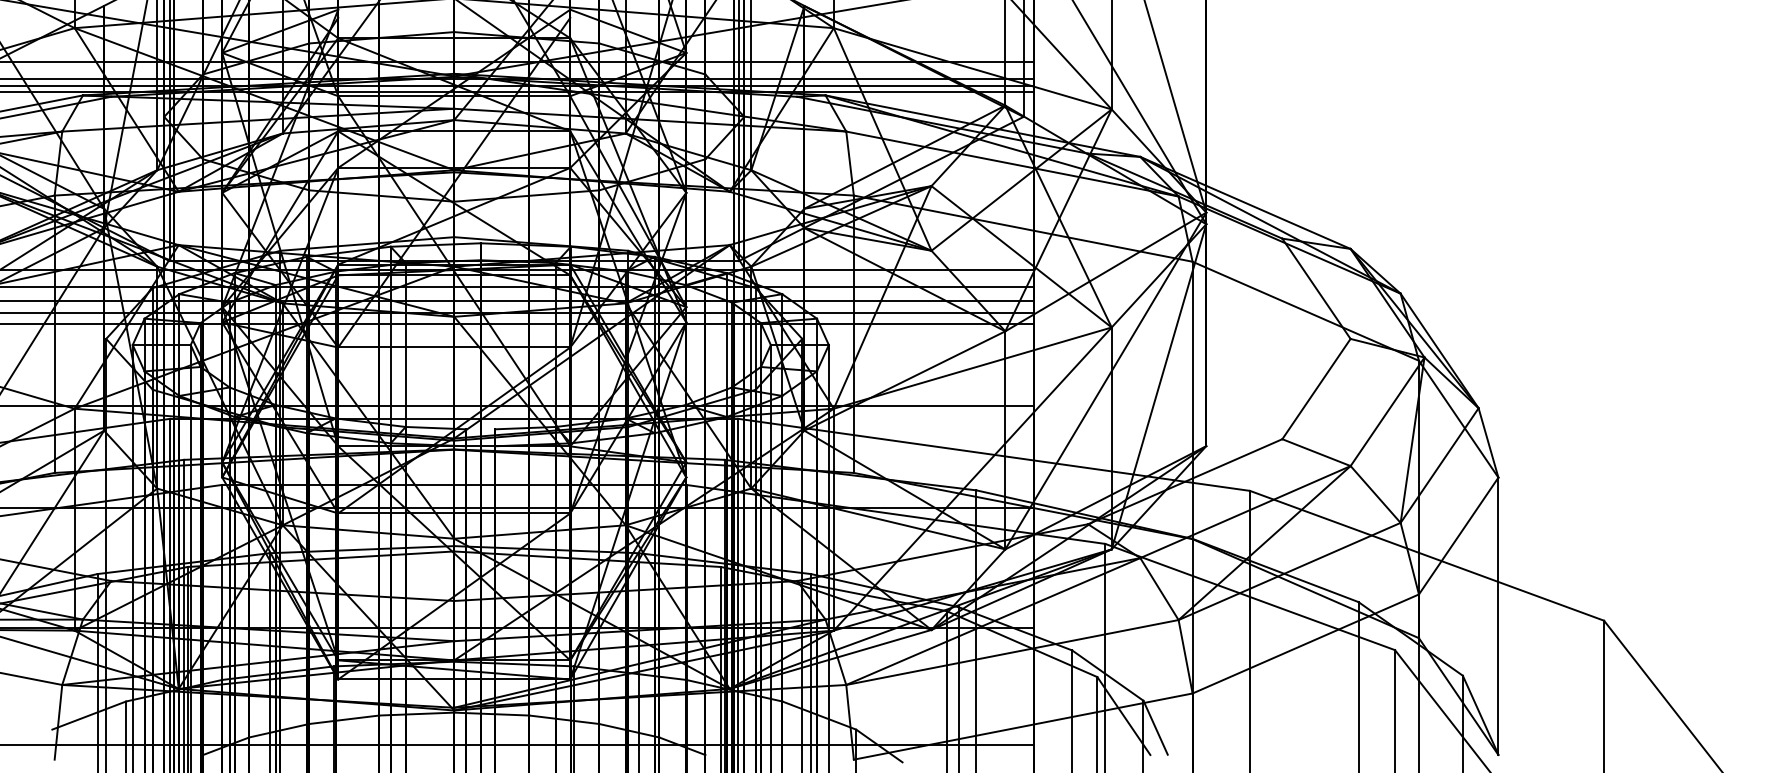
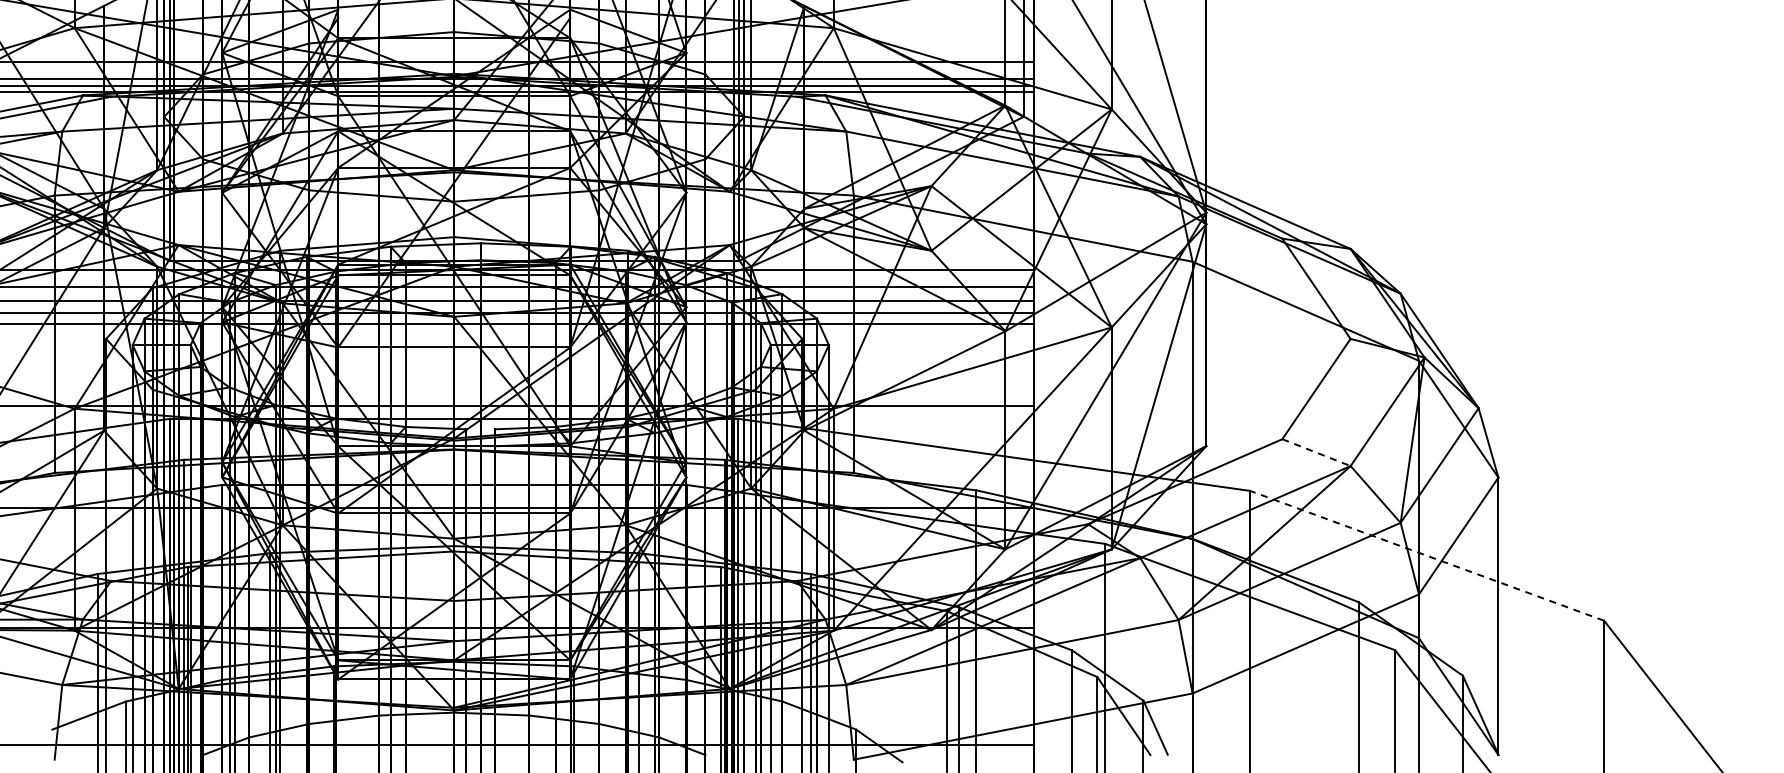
line at (1316, 452): solid -> dashed
line at (1427, 555): solid -> dashed
